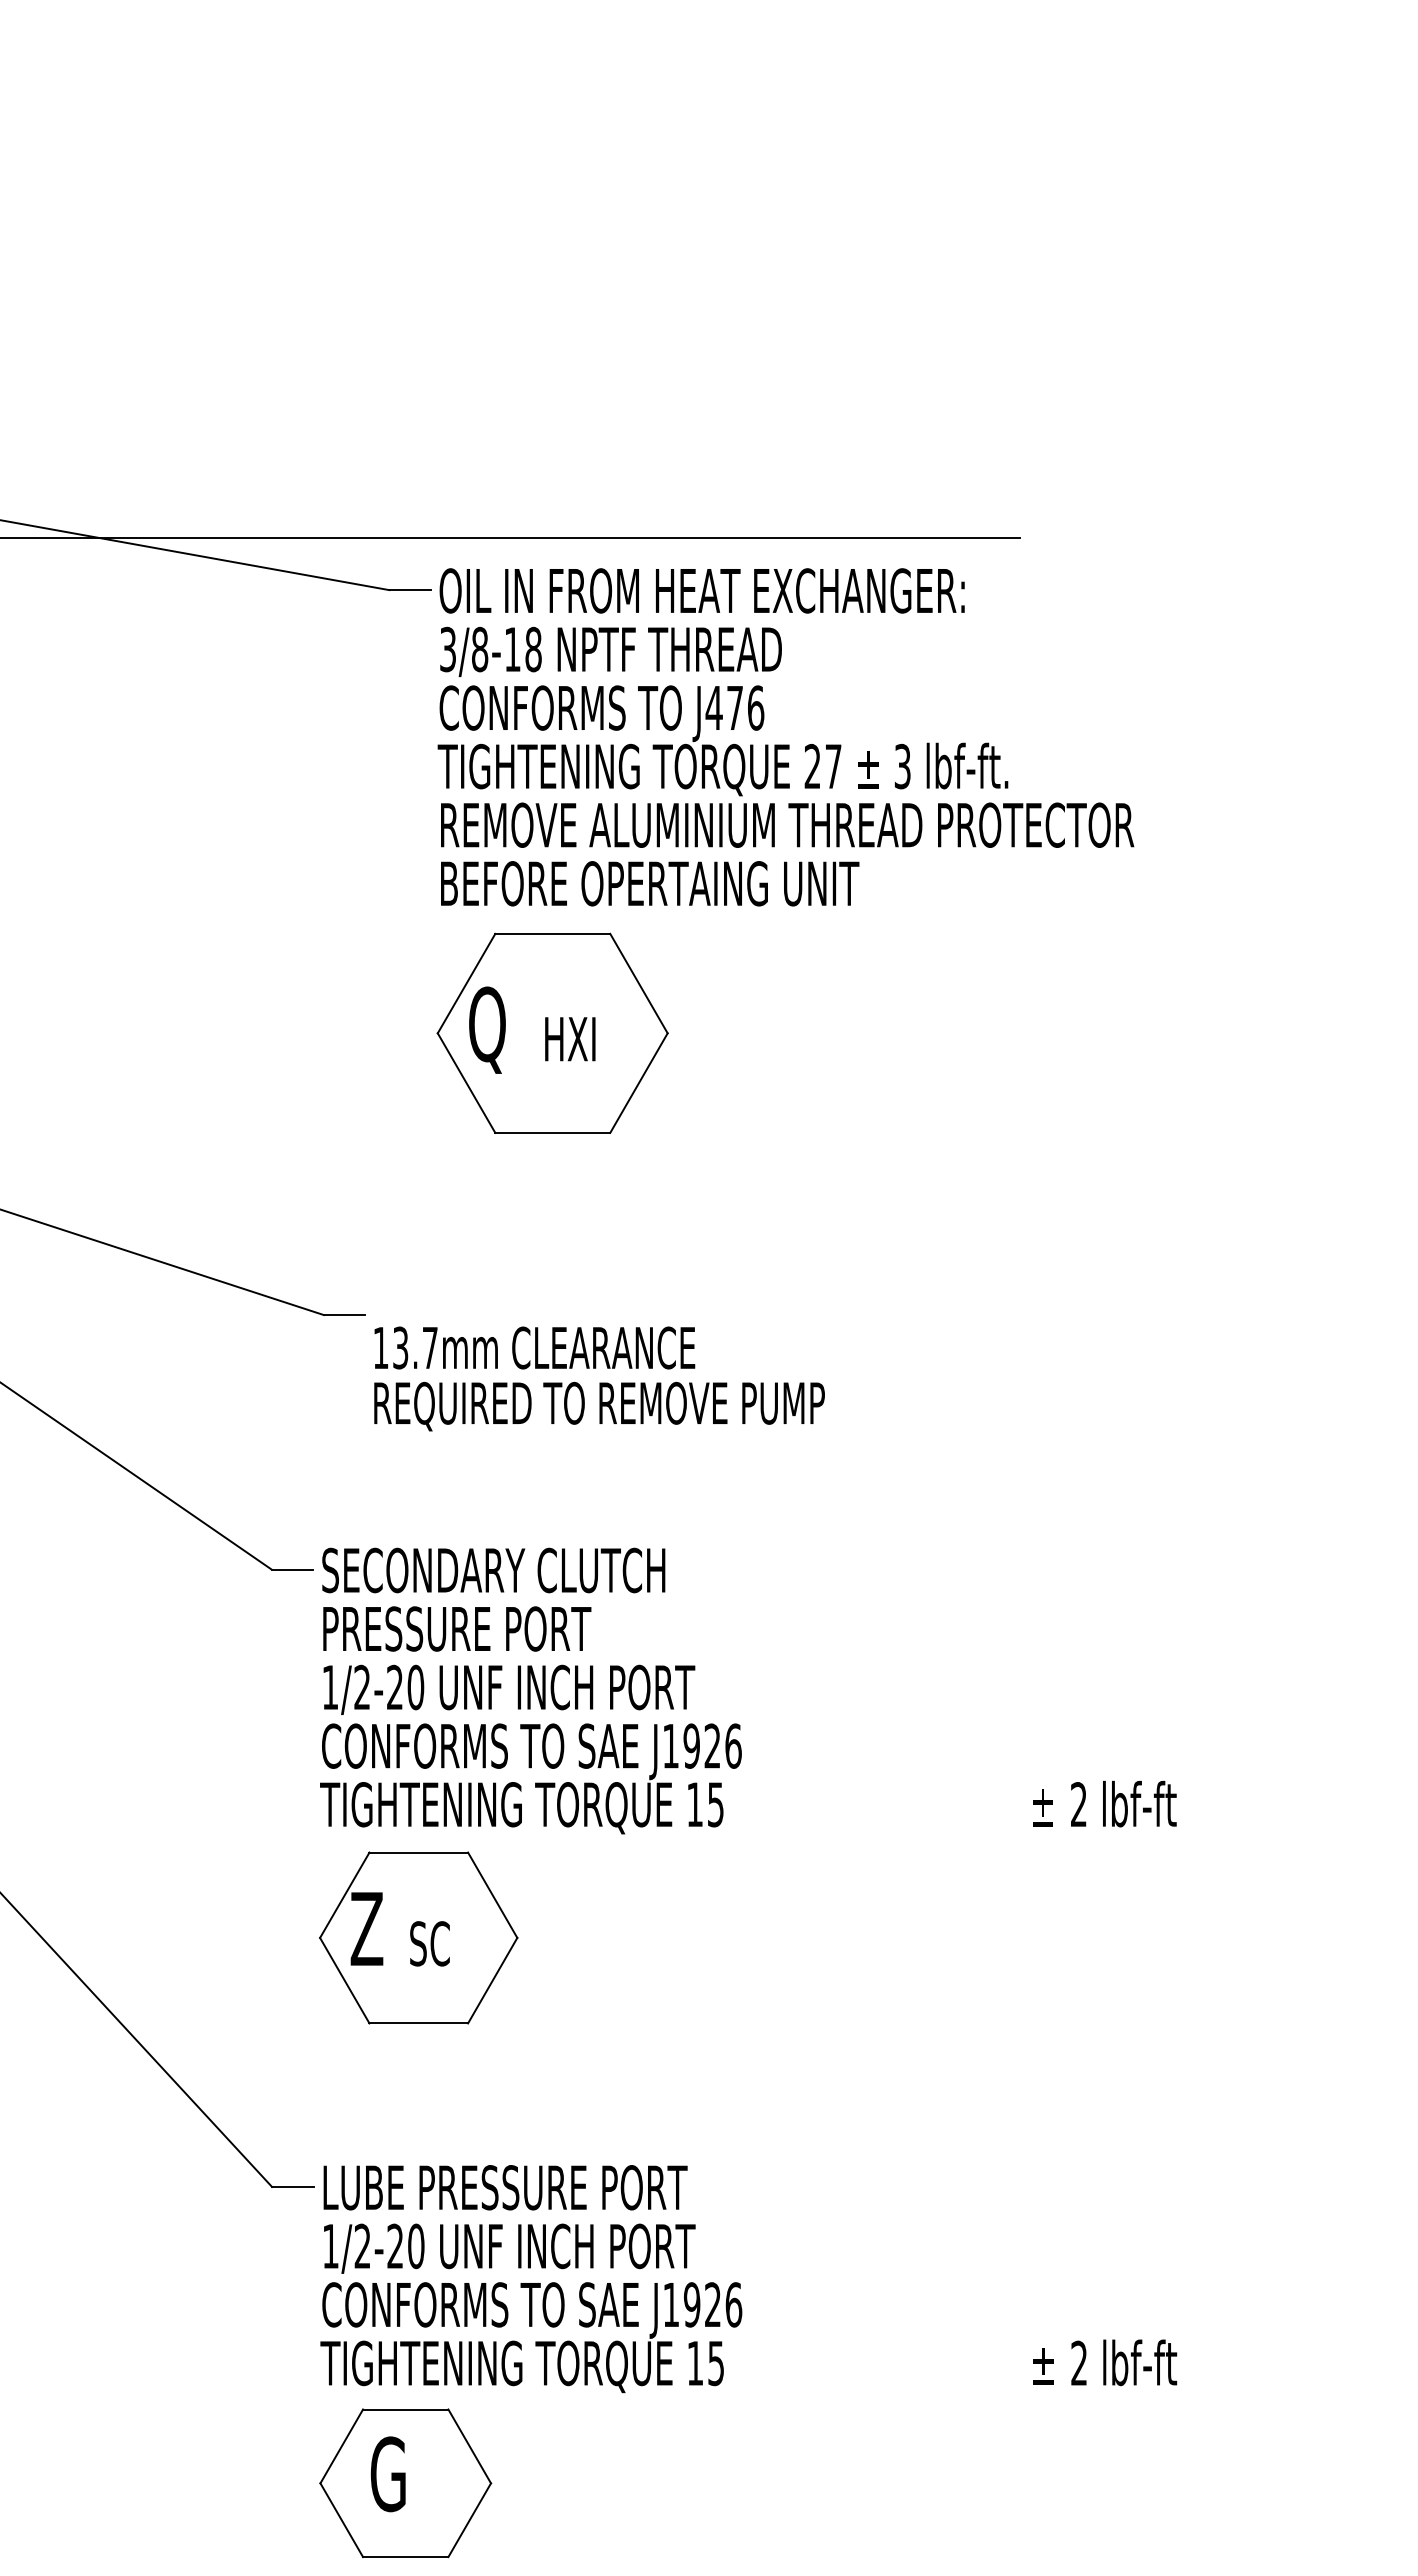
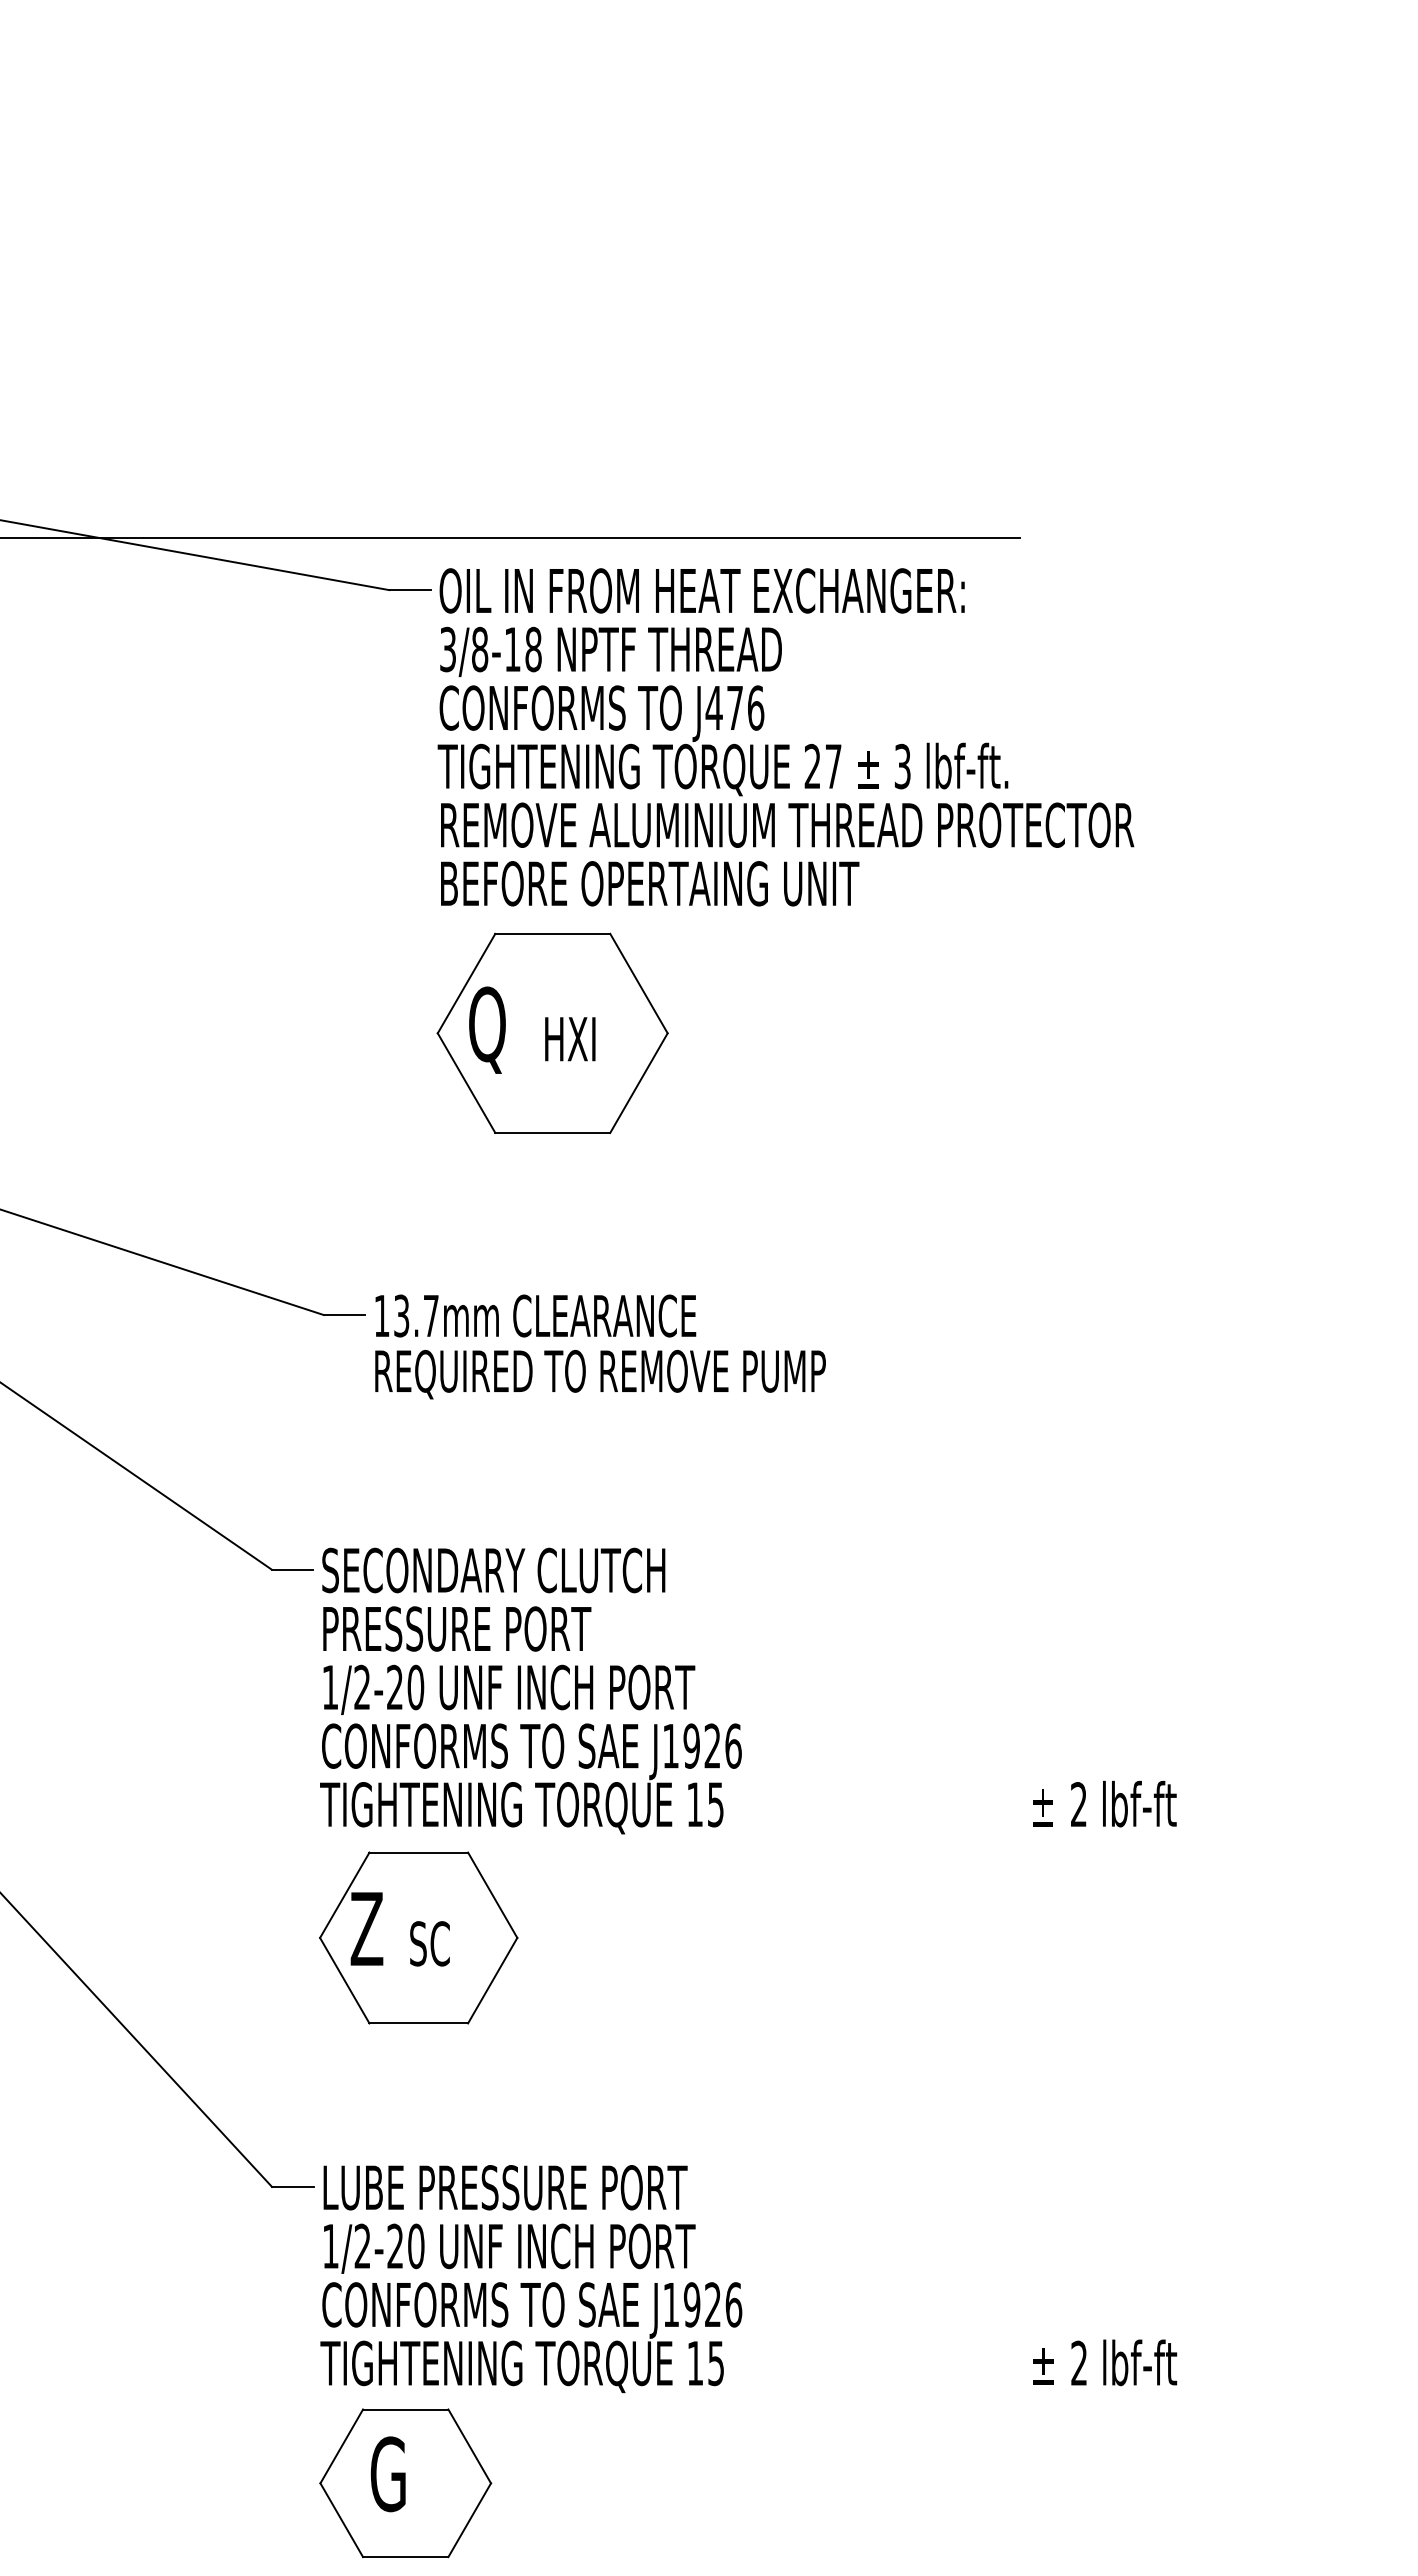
text at (599, 1378) position: (599, 1378) -> (600, 1346)
